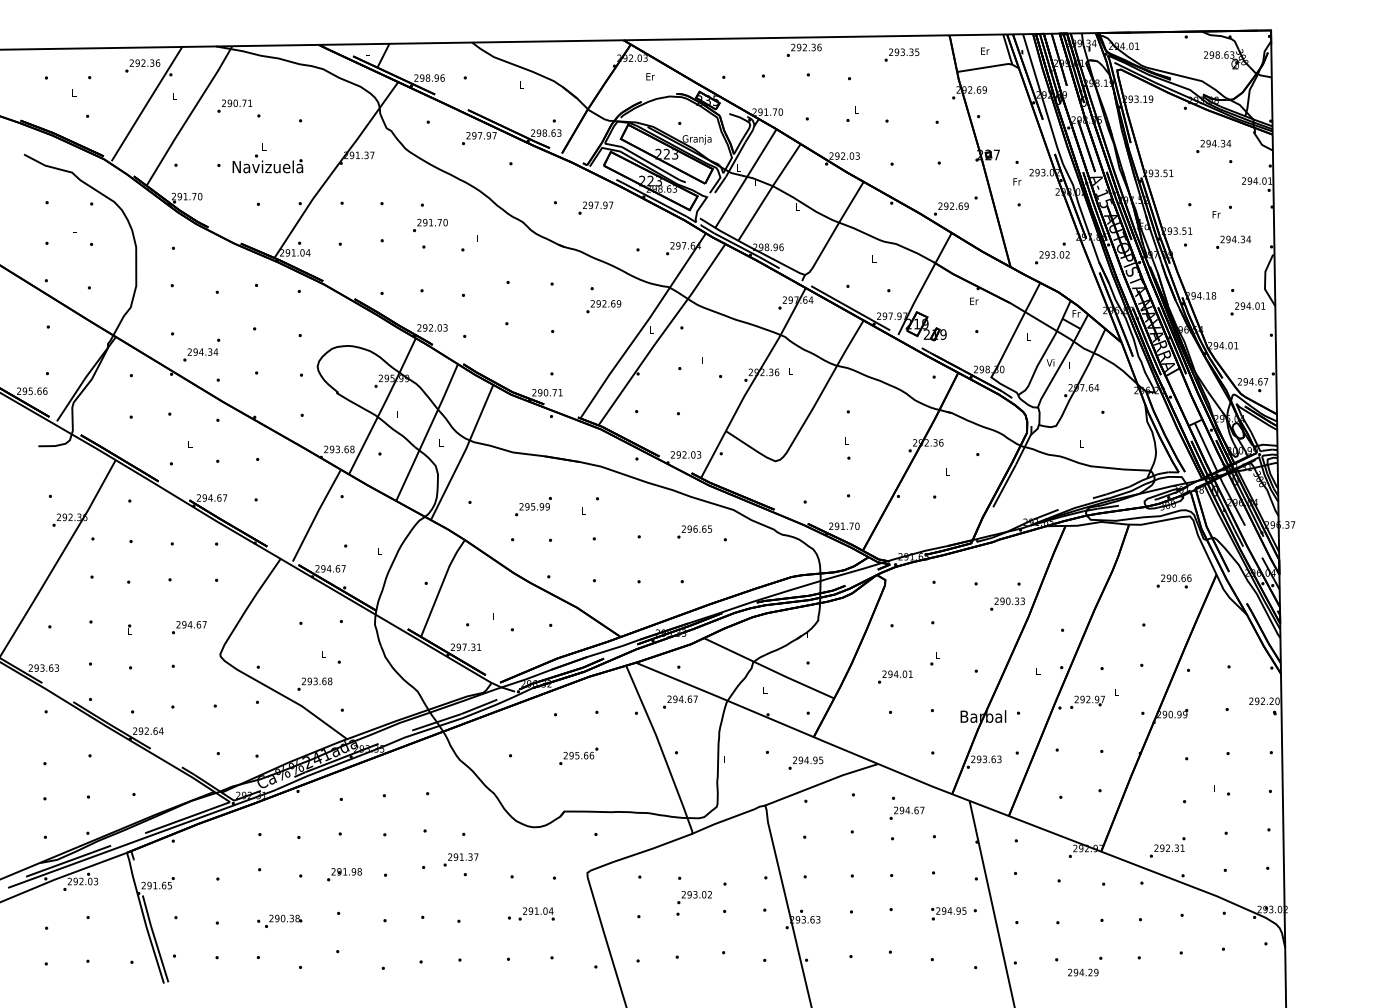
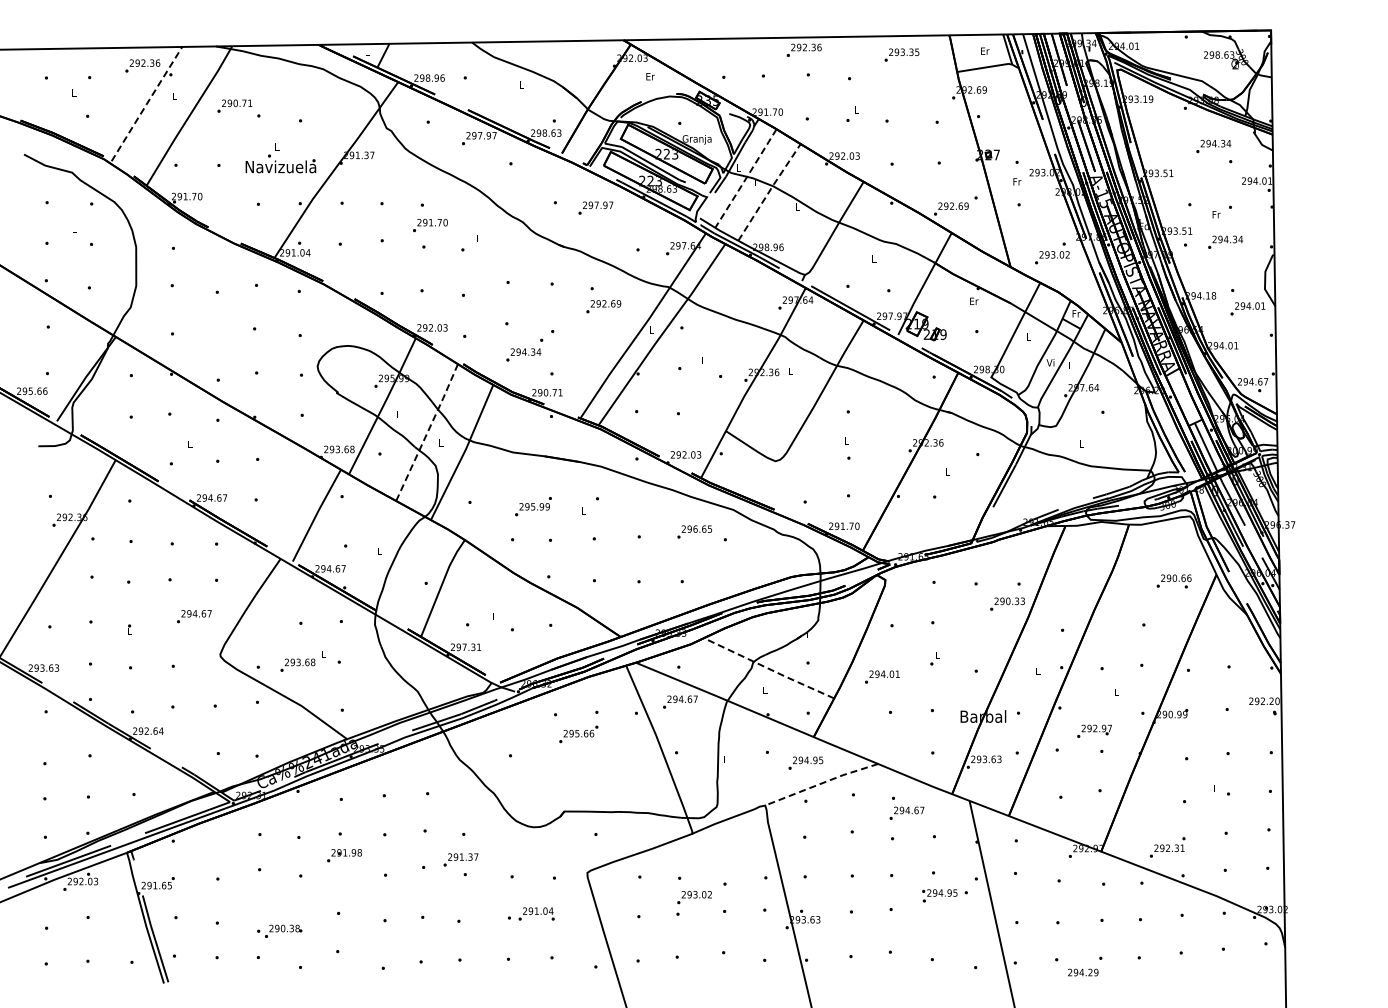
line at (146, 104): solid -> dashed
text at (267, 158) position: (267, 158) -> (280, 158)
line at (745, 179): solid -> dashed
line at (769, 191): solid -> dashed
text at (1233, 241) position: (1233, 241) -> (1225, 241)
text at (201, 349) position: (201, 349) -> (524, 349)
line at (427, 432): solid -> dashed
text at (189, 627) position: (189, 627) -> (194, 616)
line at (768, 668): solid -> dashed
text at (895, 676) position: (895, 676) -> (882, 676)
text at (314, 683) position: (314, 683) -> (297, 664)
text at (1087, 701) position: (1087, 701) -> (1094, 730)
text at (578, 756) position: (578, 756) -> (578, 734)
line at (820, 783): solid -> dashed
text at (344, 874) position: (344, 874) -> (344, 855)
text at (953, 913) position: (953, 913) -> (944, 895)
text at (279, 920) position: (279, 920) -> (279, 930)
